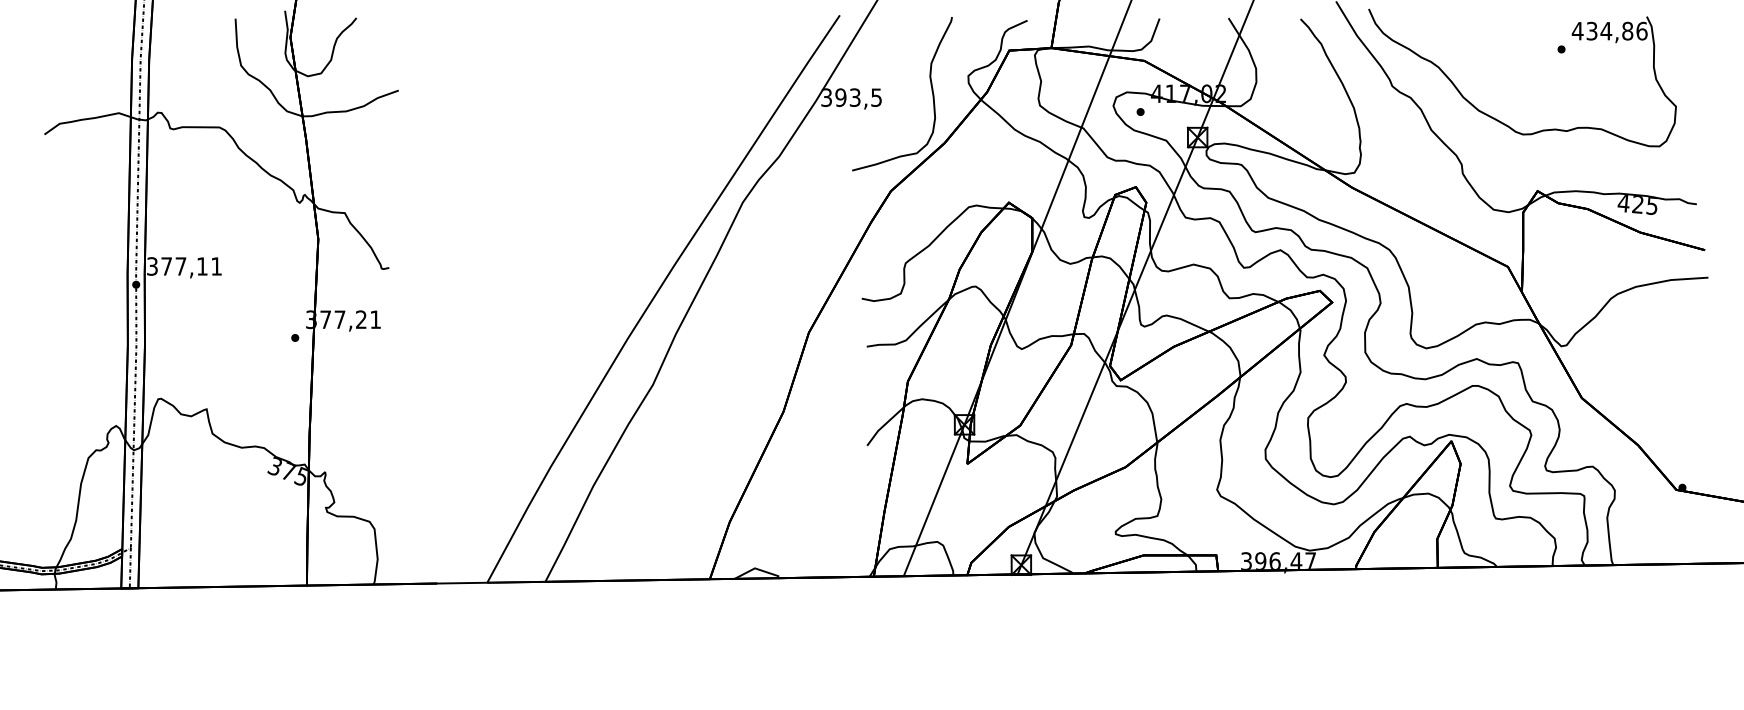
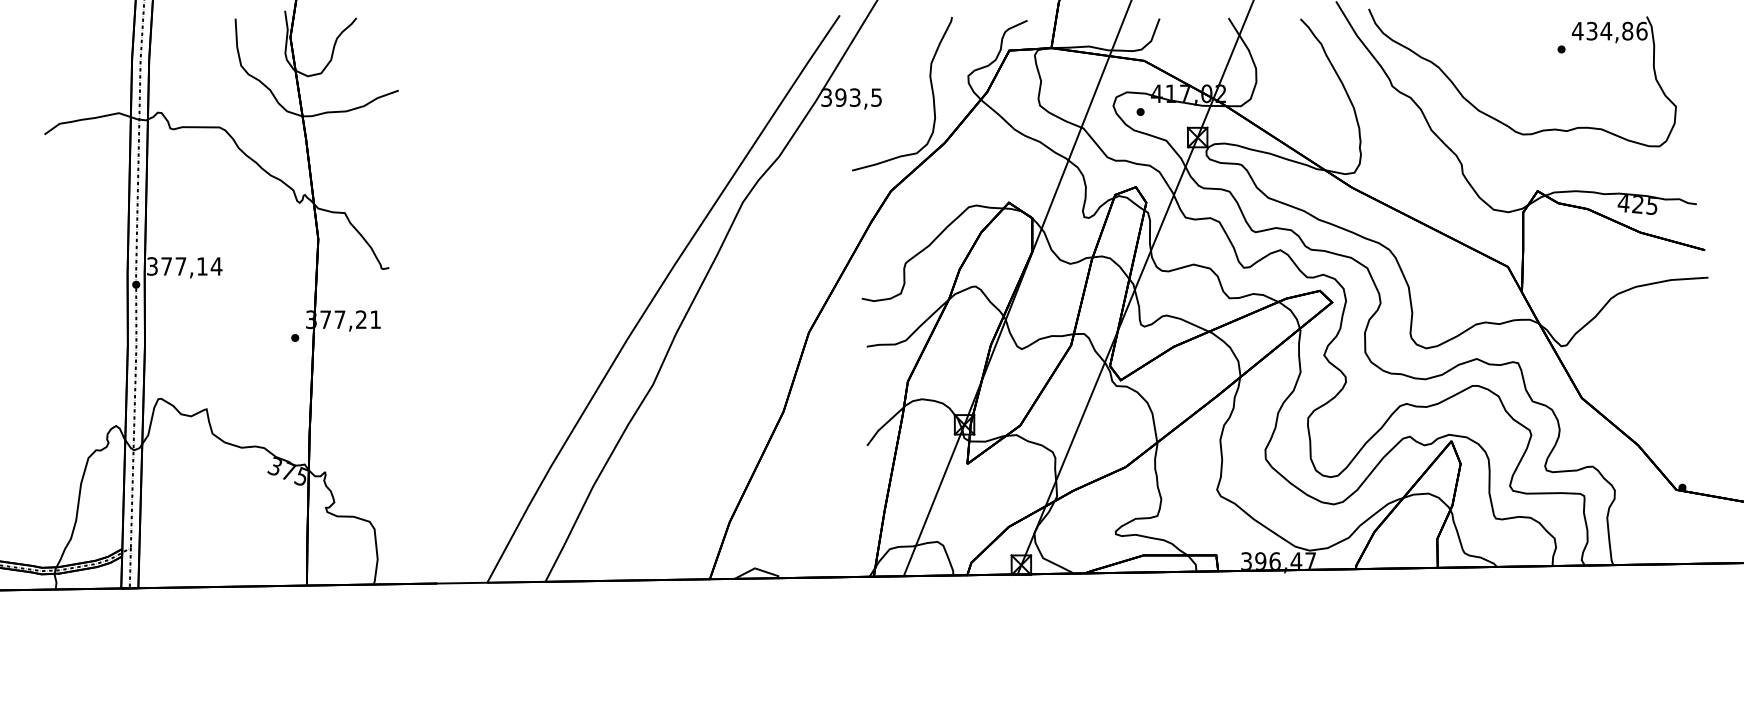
text at (216, 266): 377,11 -> 377,14
